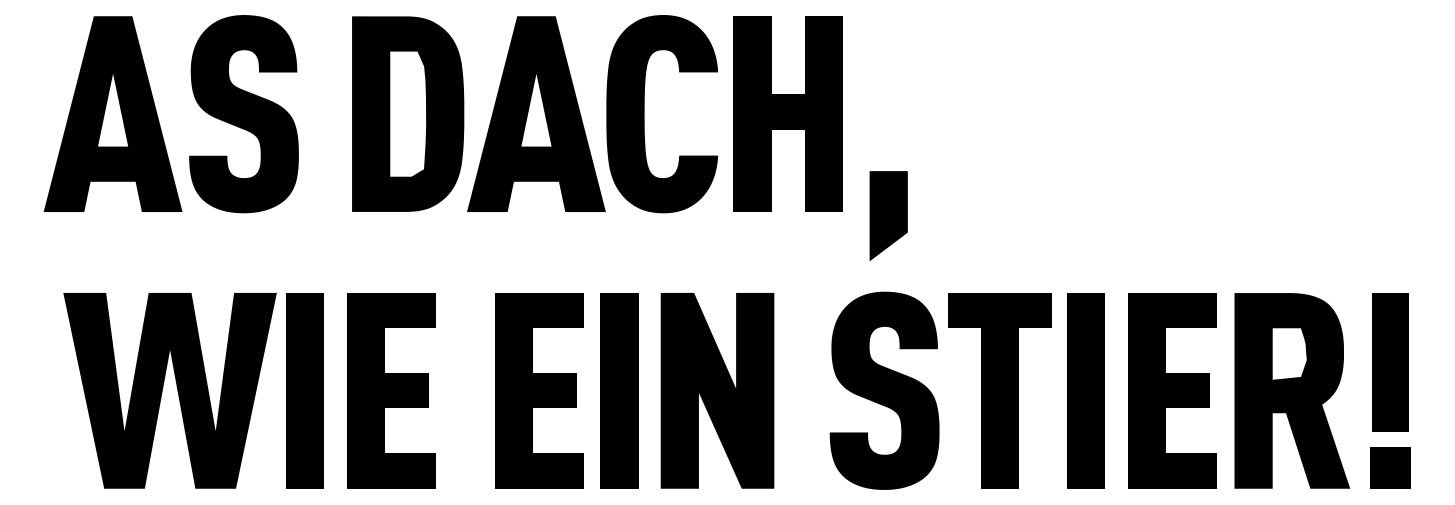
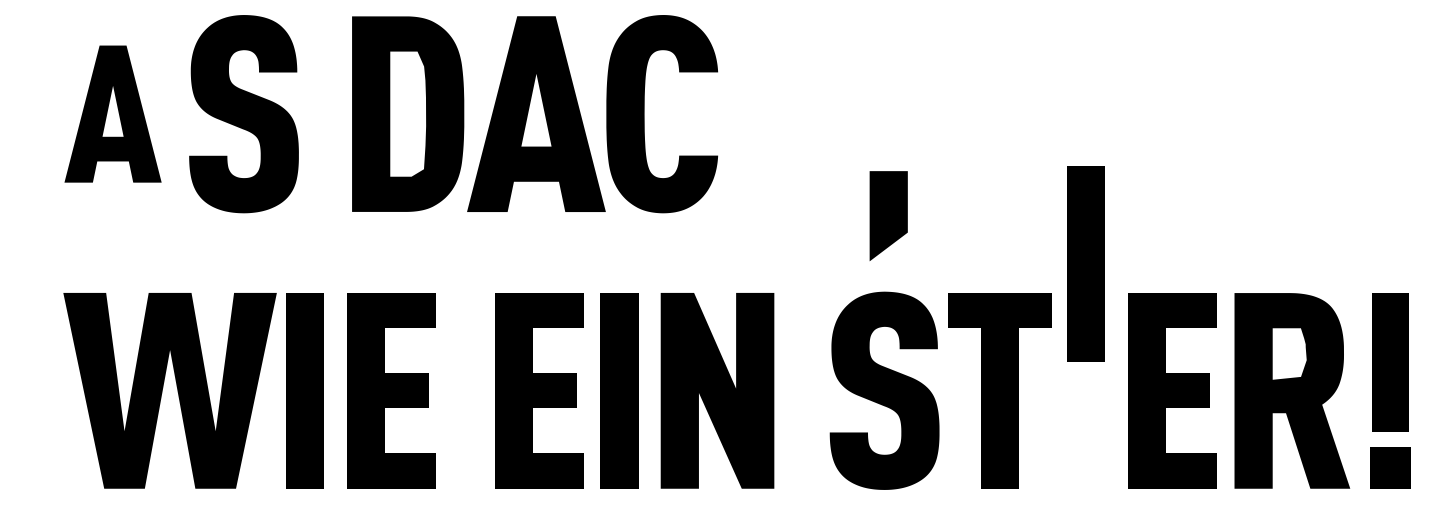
part at (112, 113) size: 140x196 px -> 98x138 px
fill at (787, 114): present -> none
part at (1085, 390) position: (1085, 390) -> (1085, 263)
